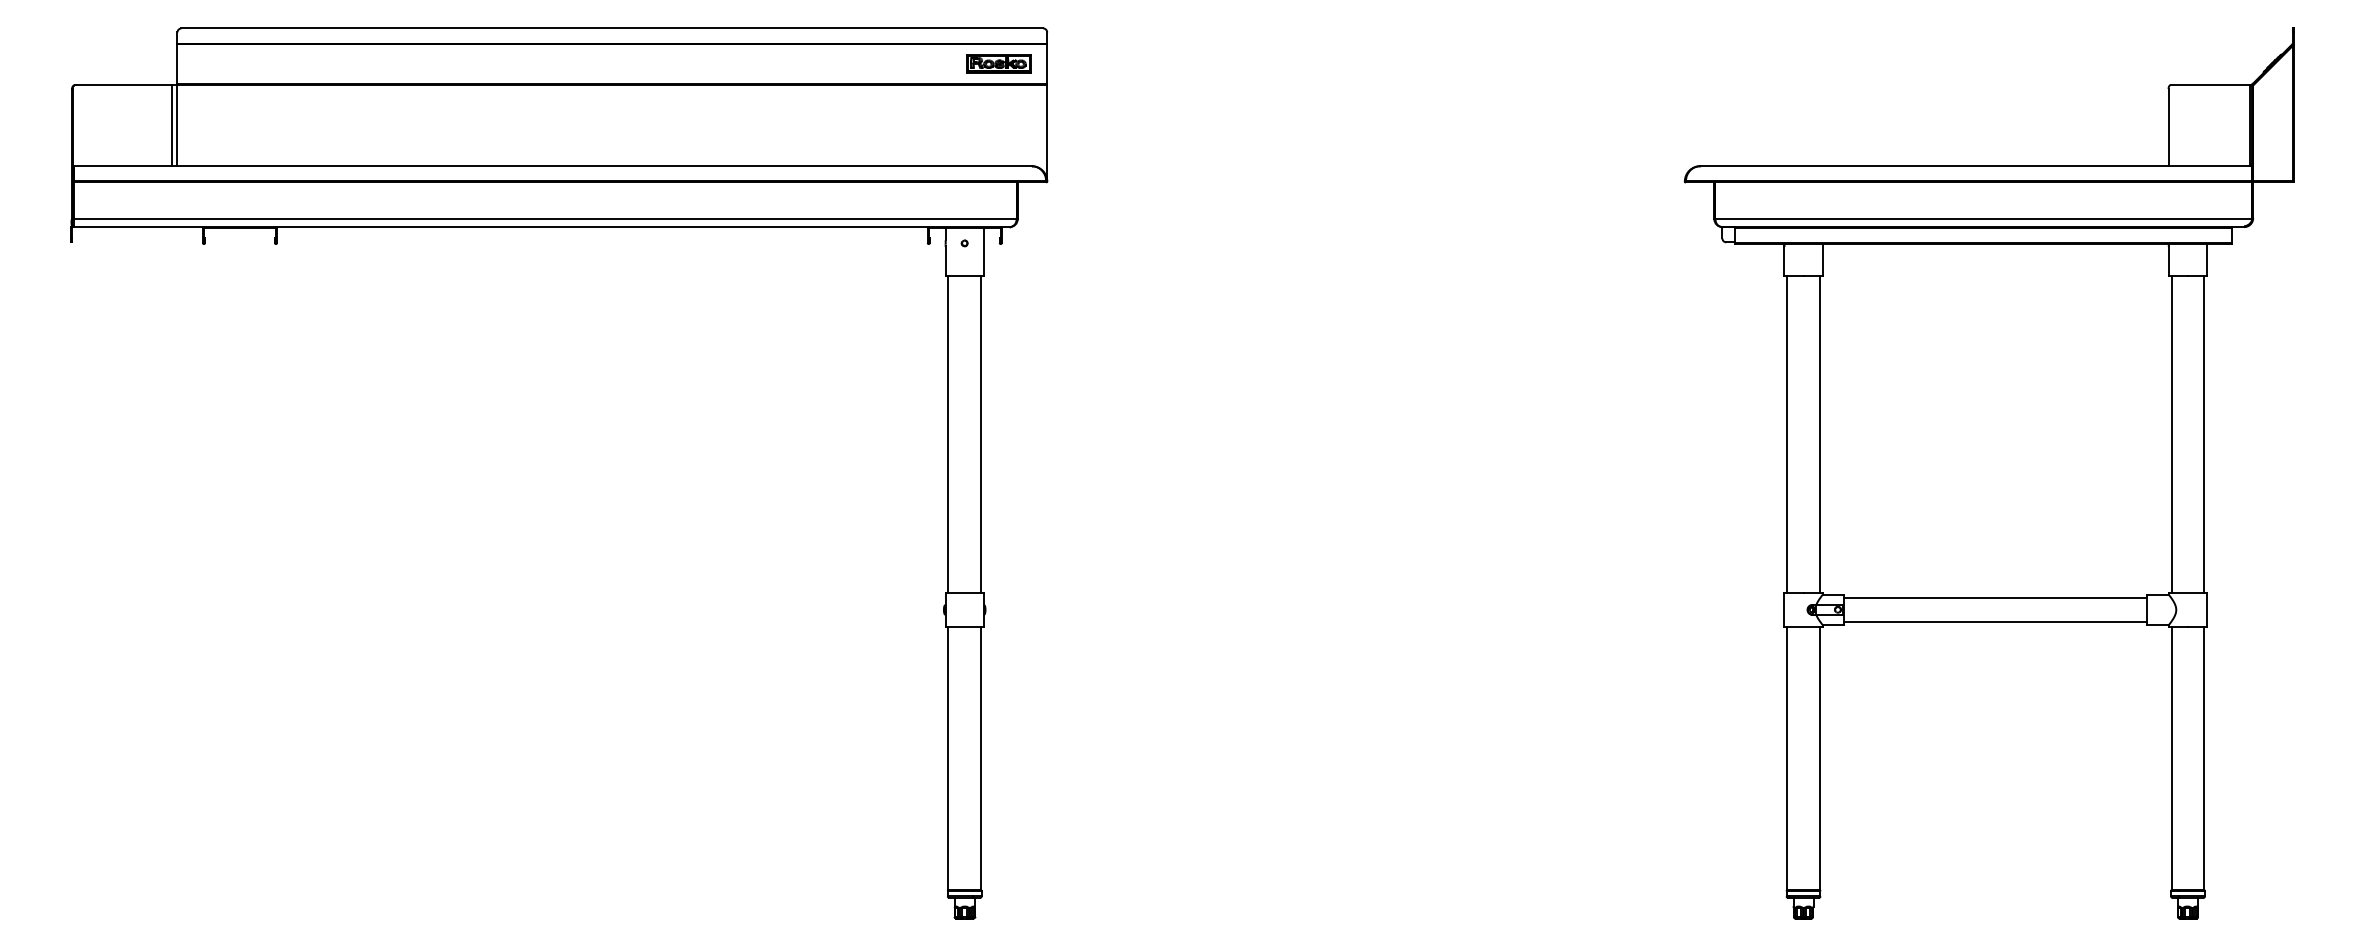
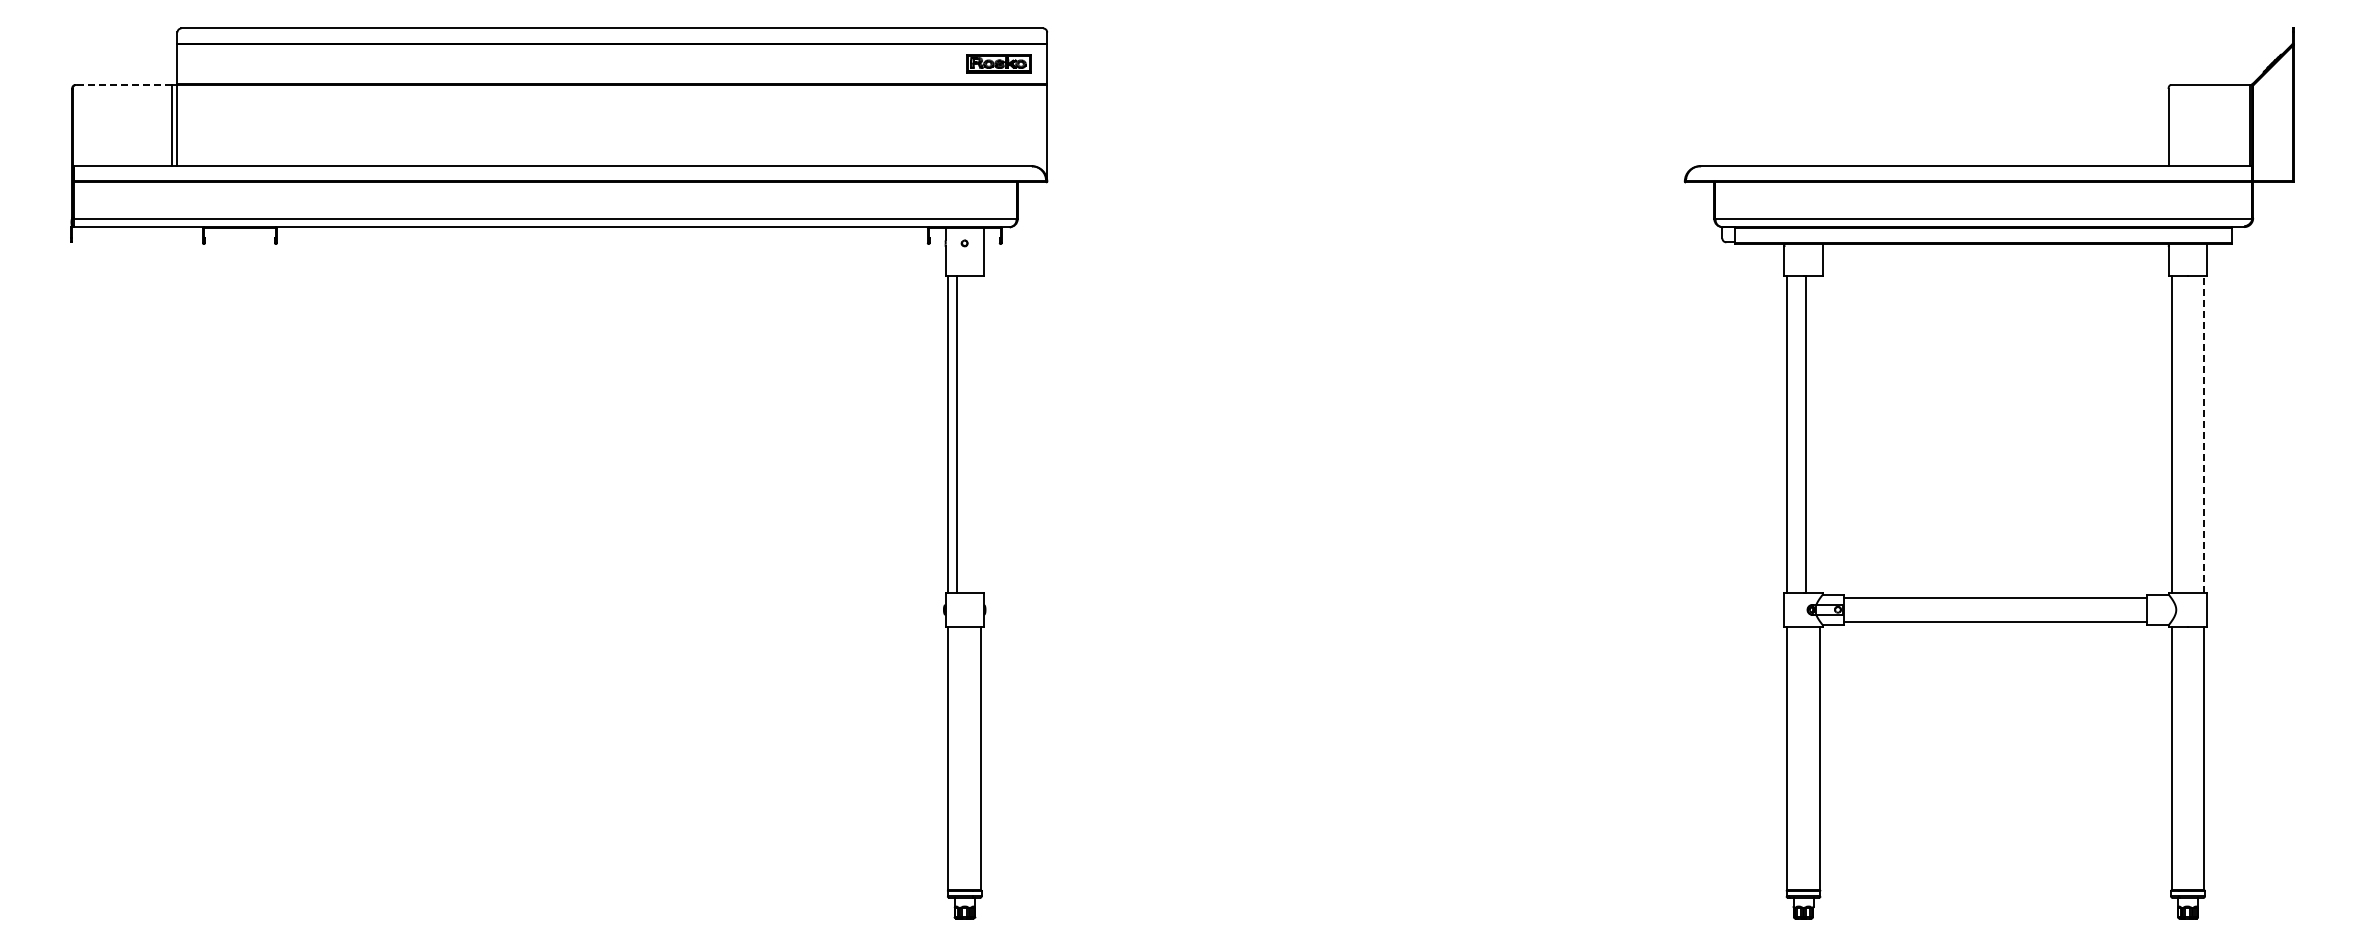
line at (123, 84): solid -> dashed
line at (981, 434) position: (981, 434) -> (957, 434)
line at (1819, 434) position: (1819, 434) -> (1805, 434)
line at (2204, 434): solid -> dashed
